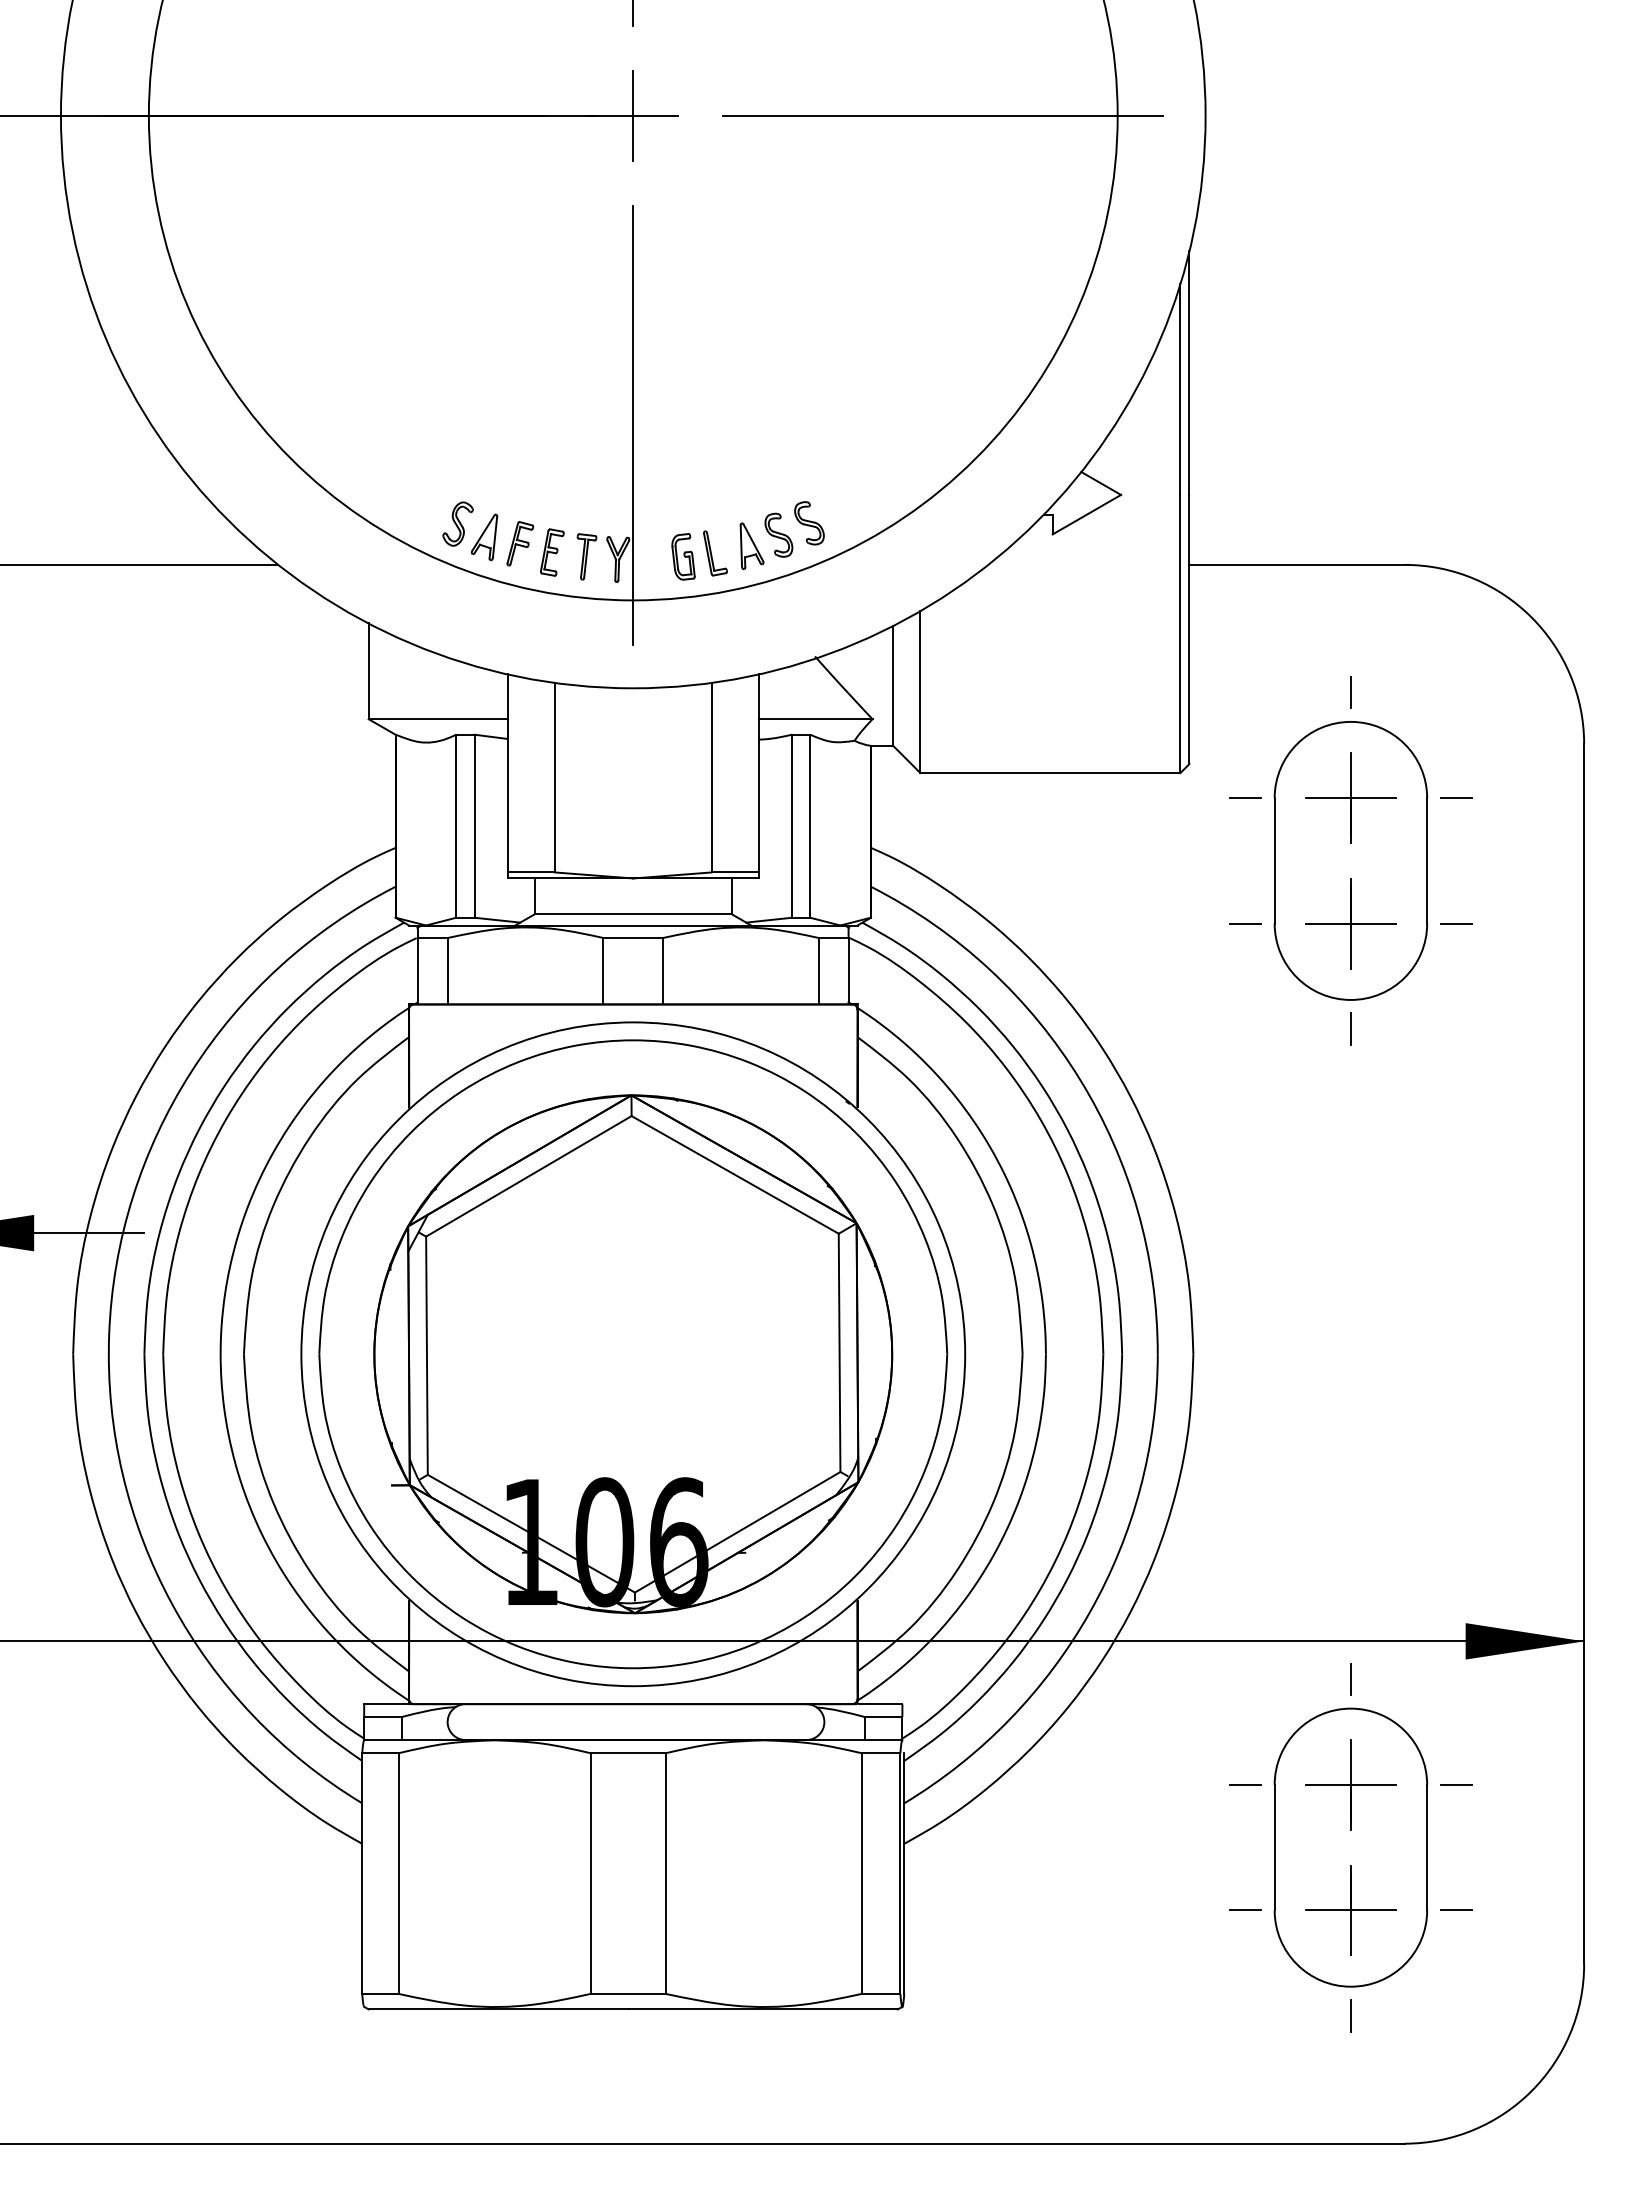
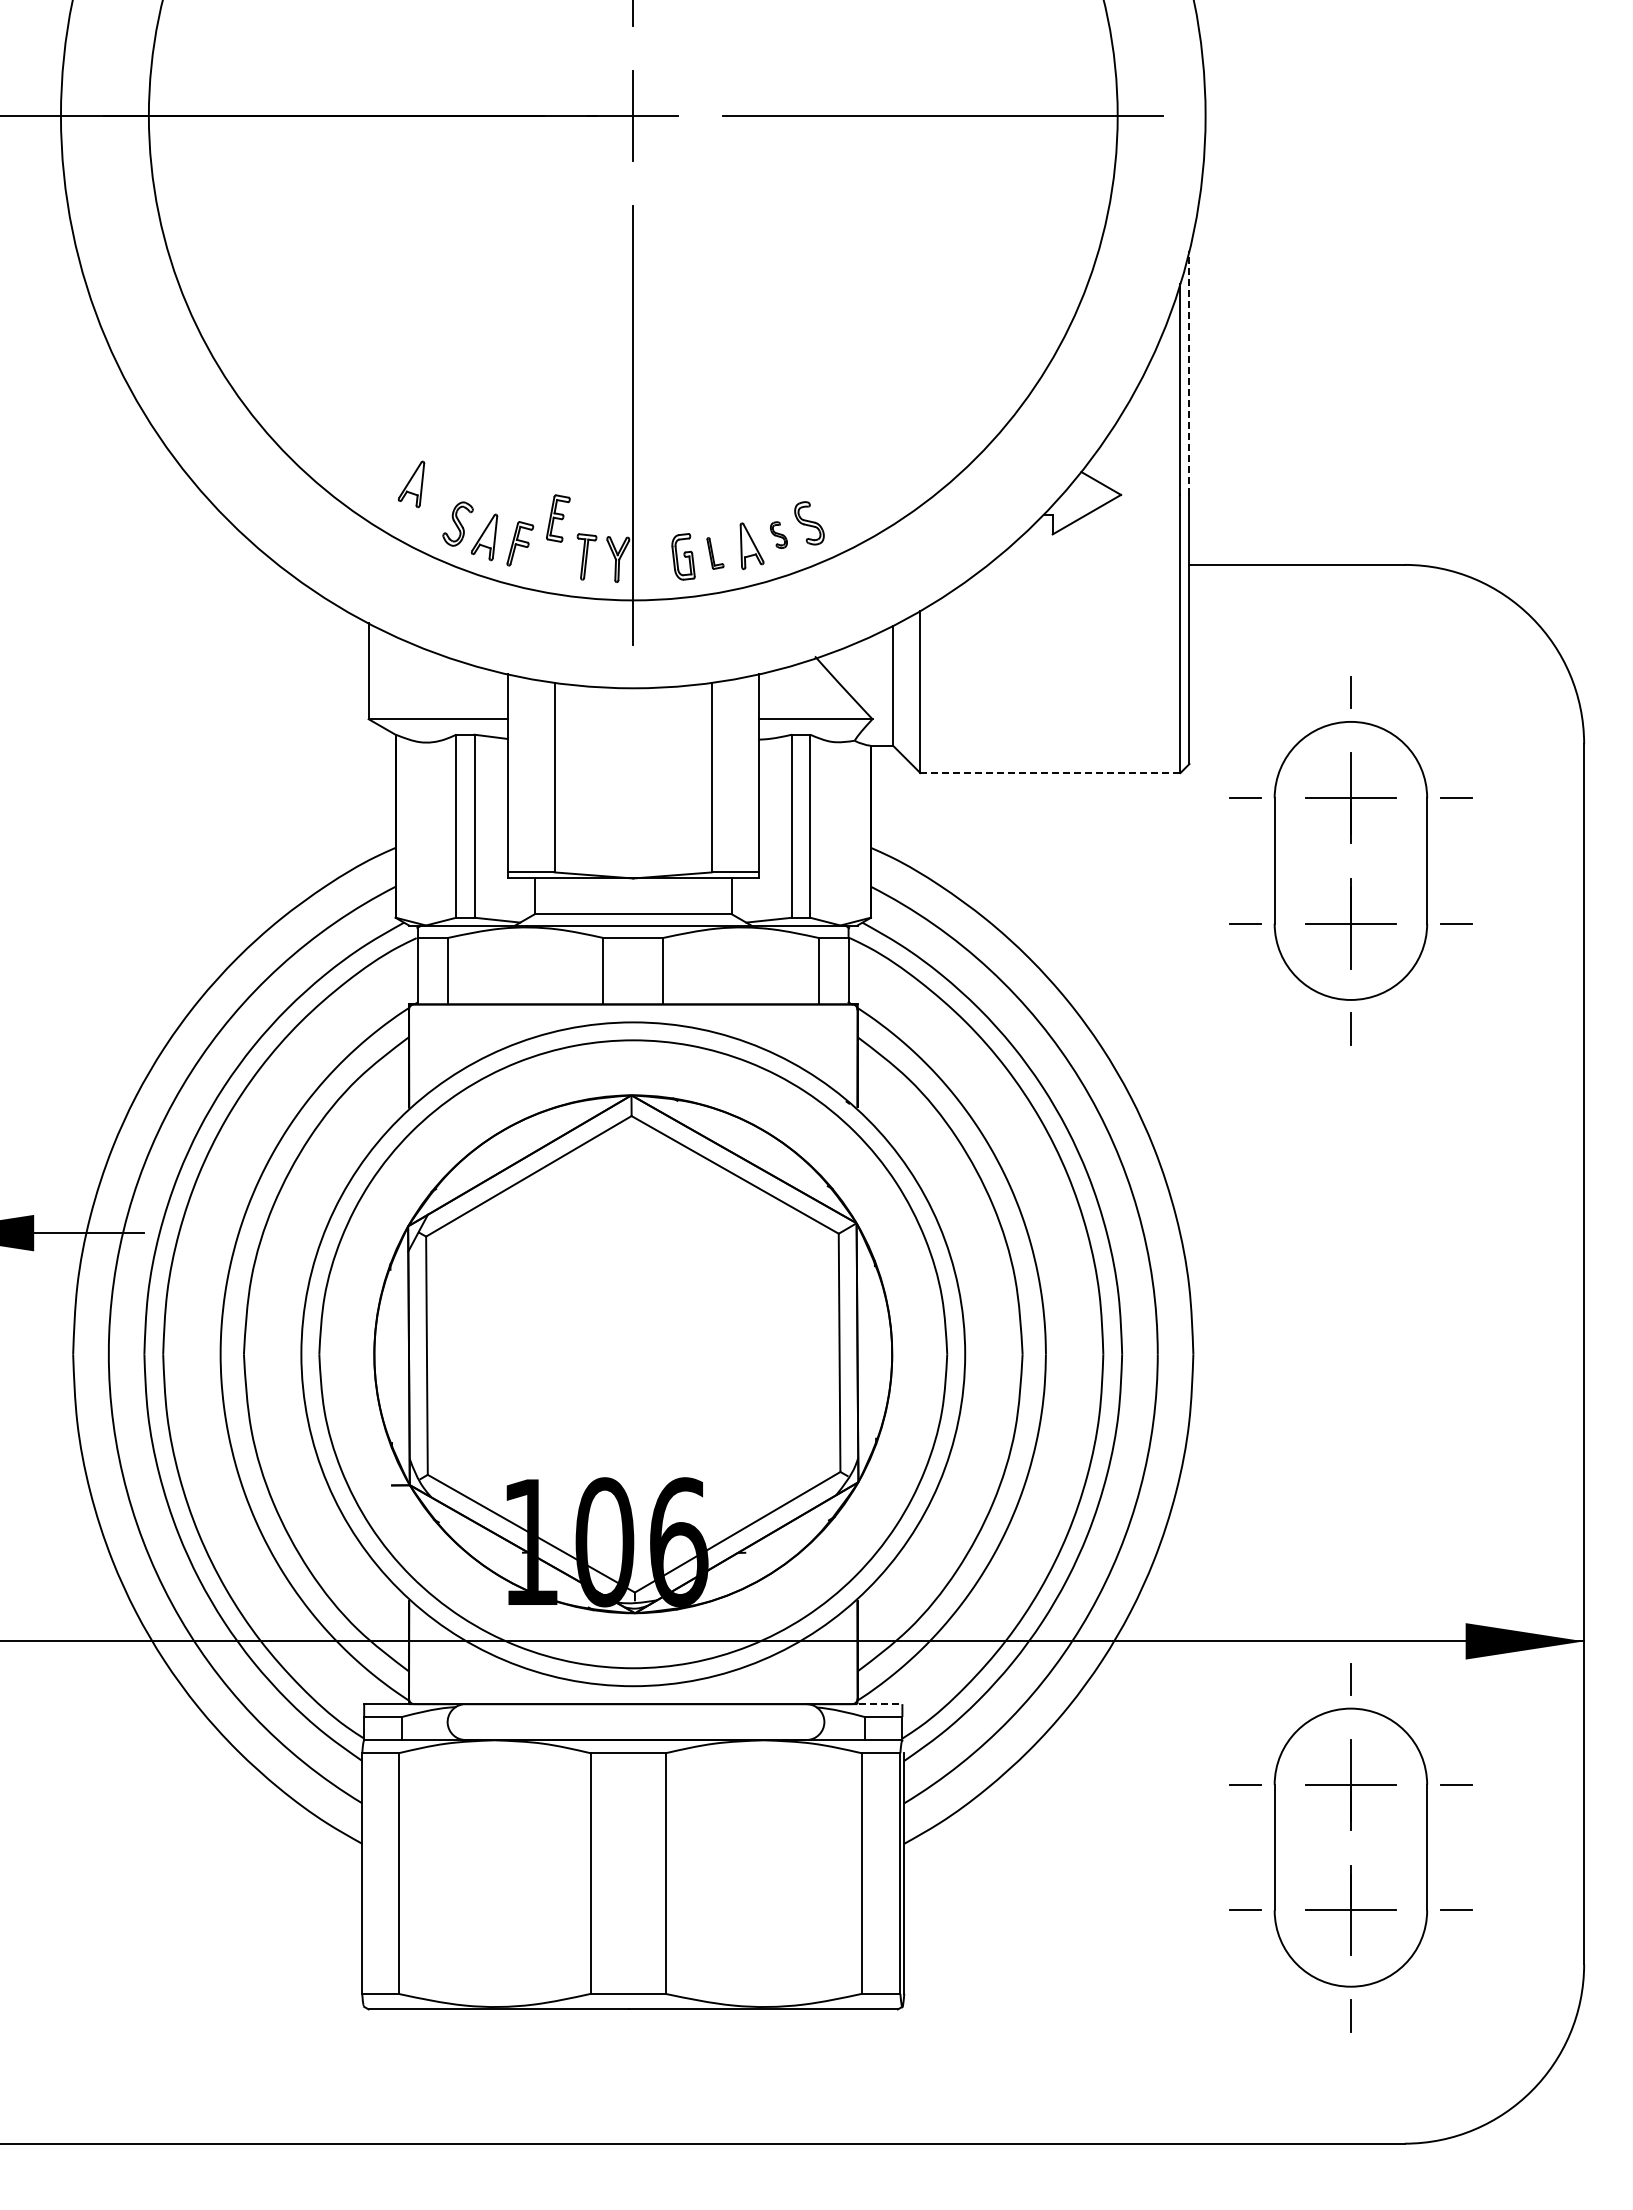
line at (1189, 372): solid -> dashed
part at (411, 484): none -> present
part at (778, 534) size: 30x46 px -> 18x28 px
part at (552, 552) position: (552, 552) -> (558, 518)
part at (715, 553) size: 25x47 px -> 19x33 px
line at (140, 564): present -> none
line at (1050, 773): solid -> dashed
line at (880, 1704): solid -> dashed
